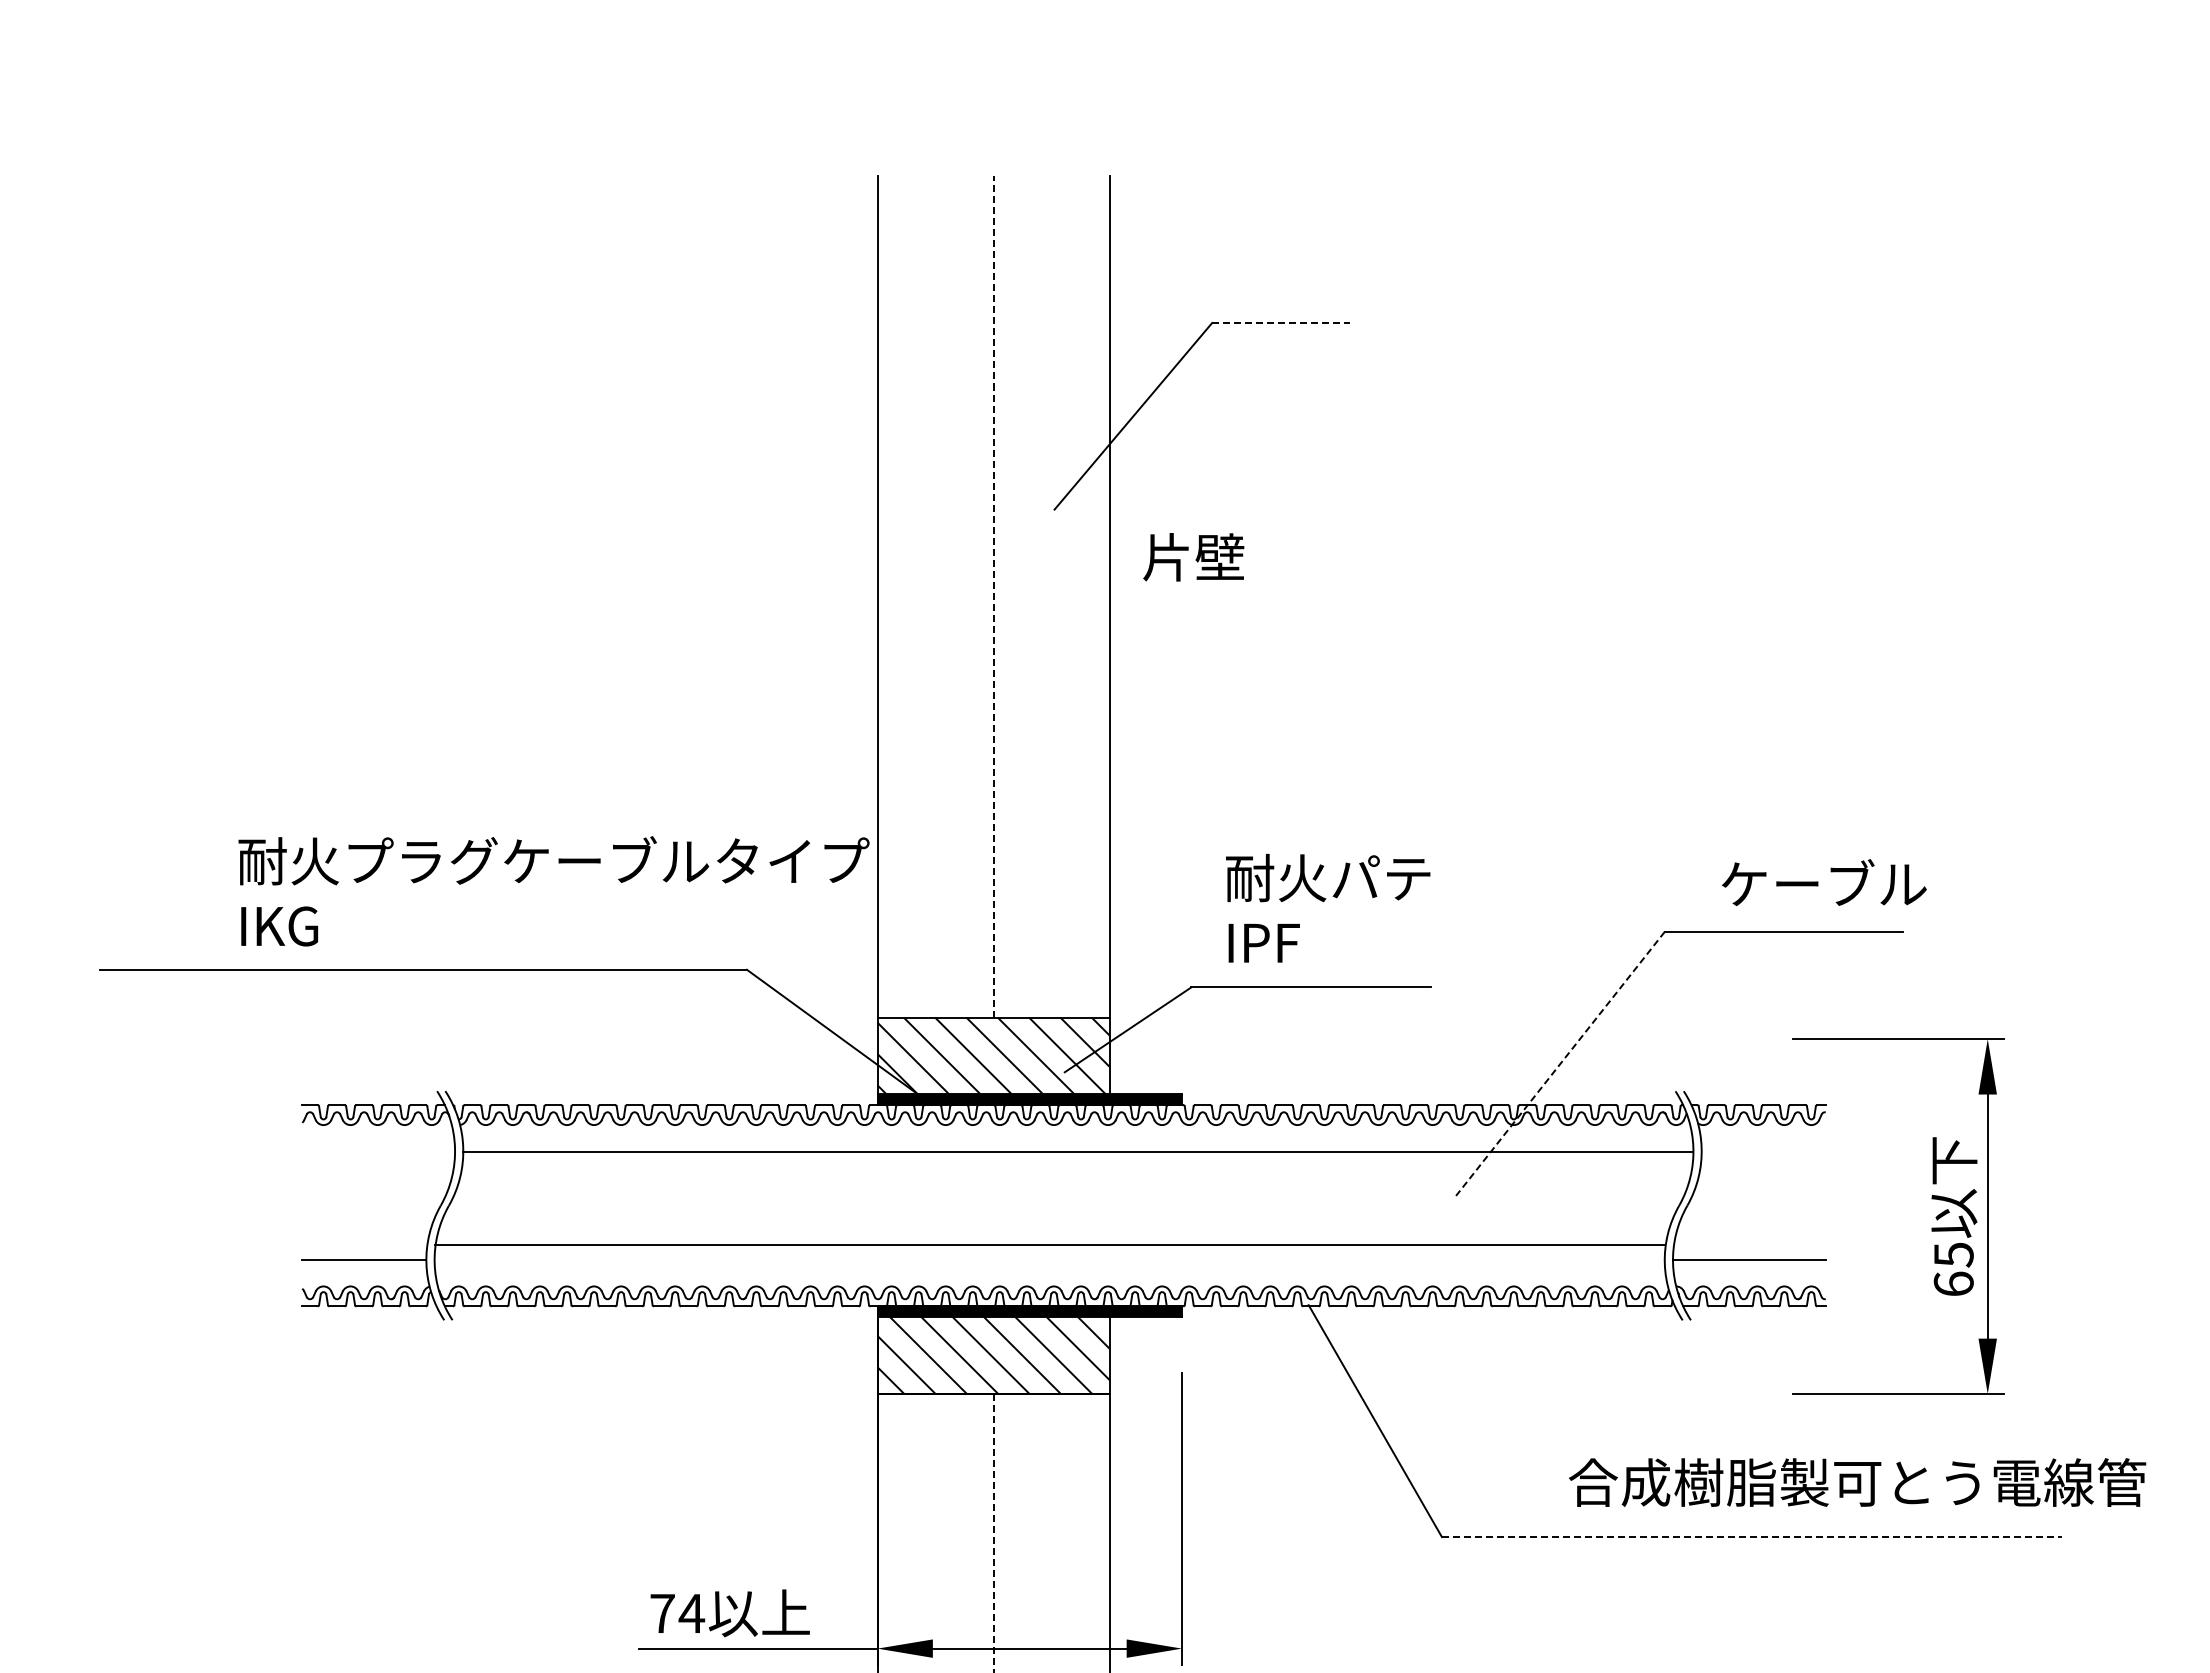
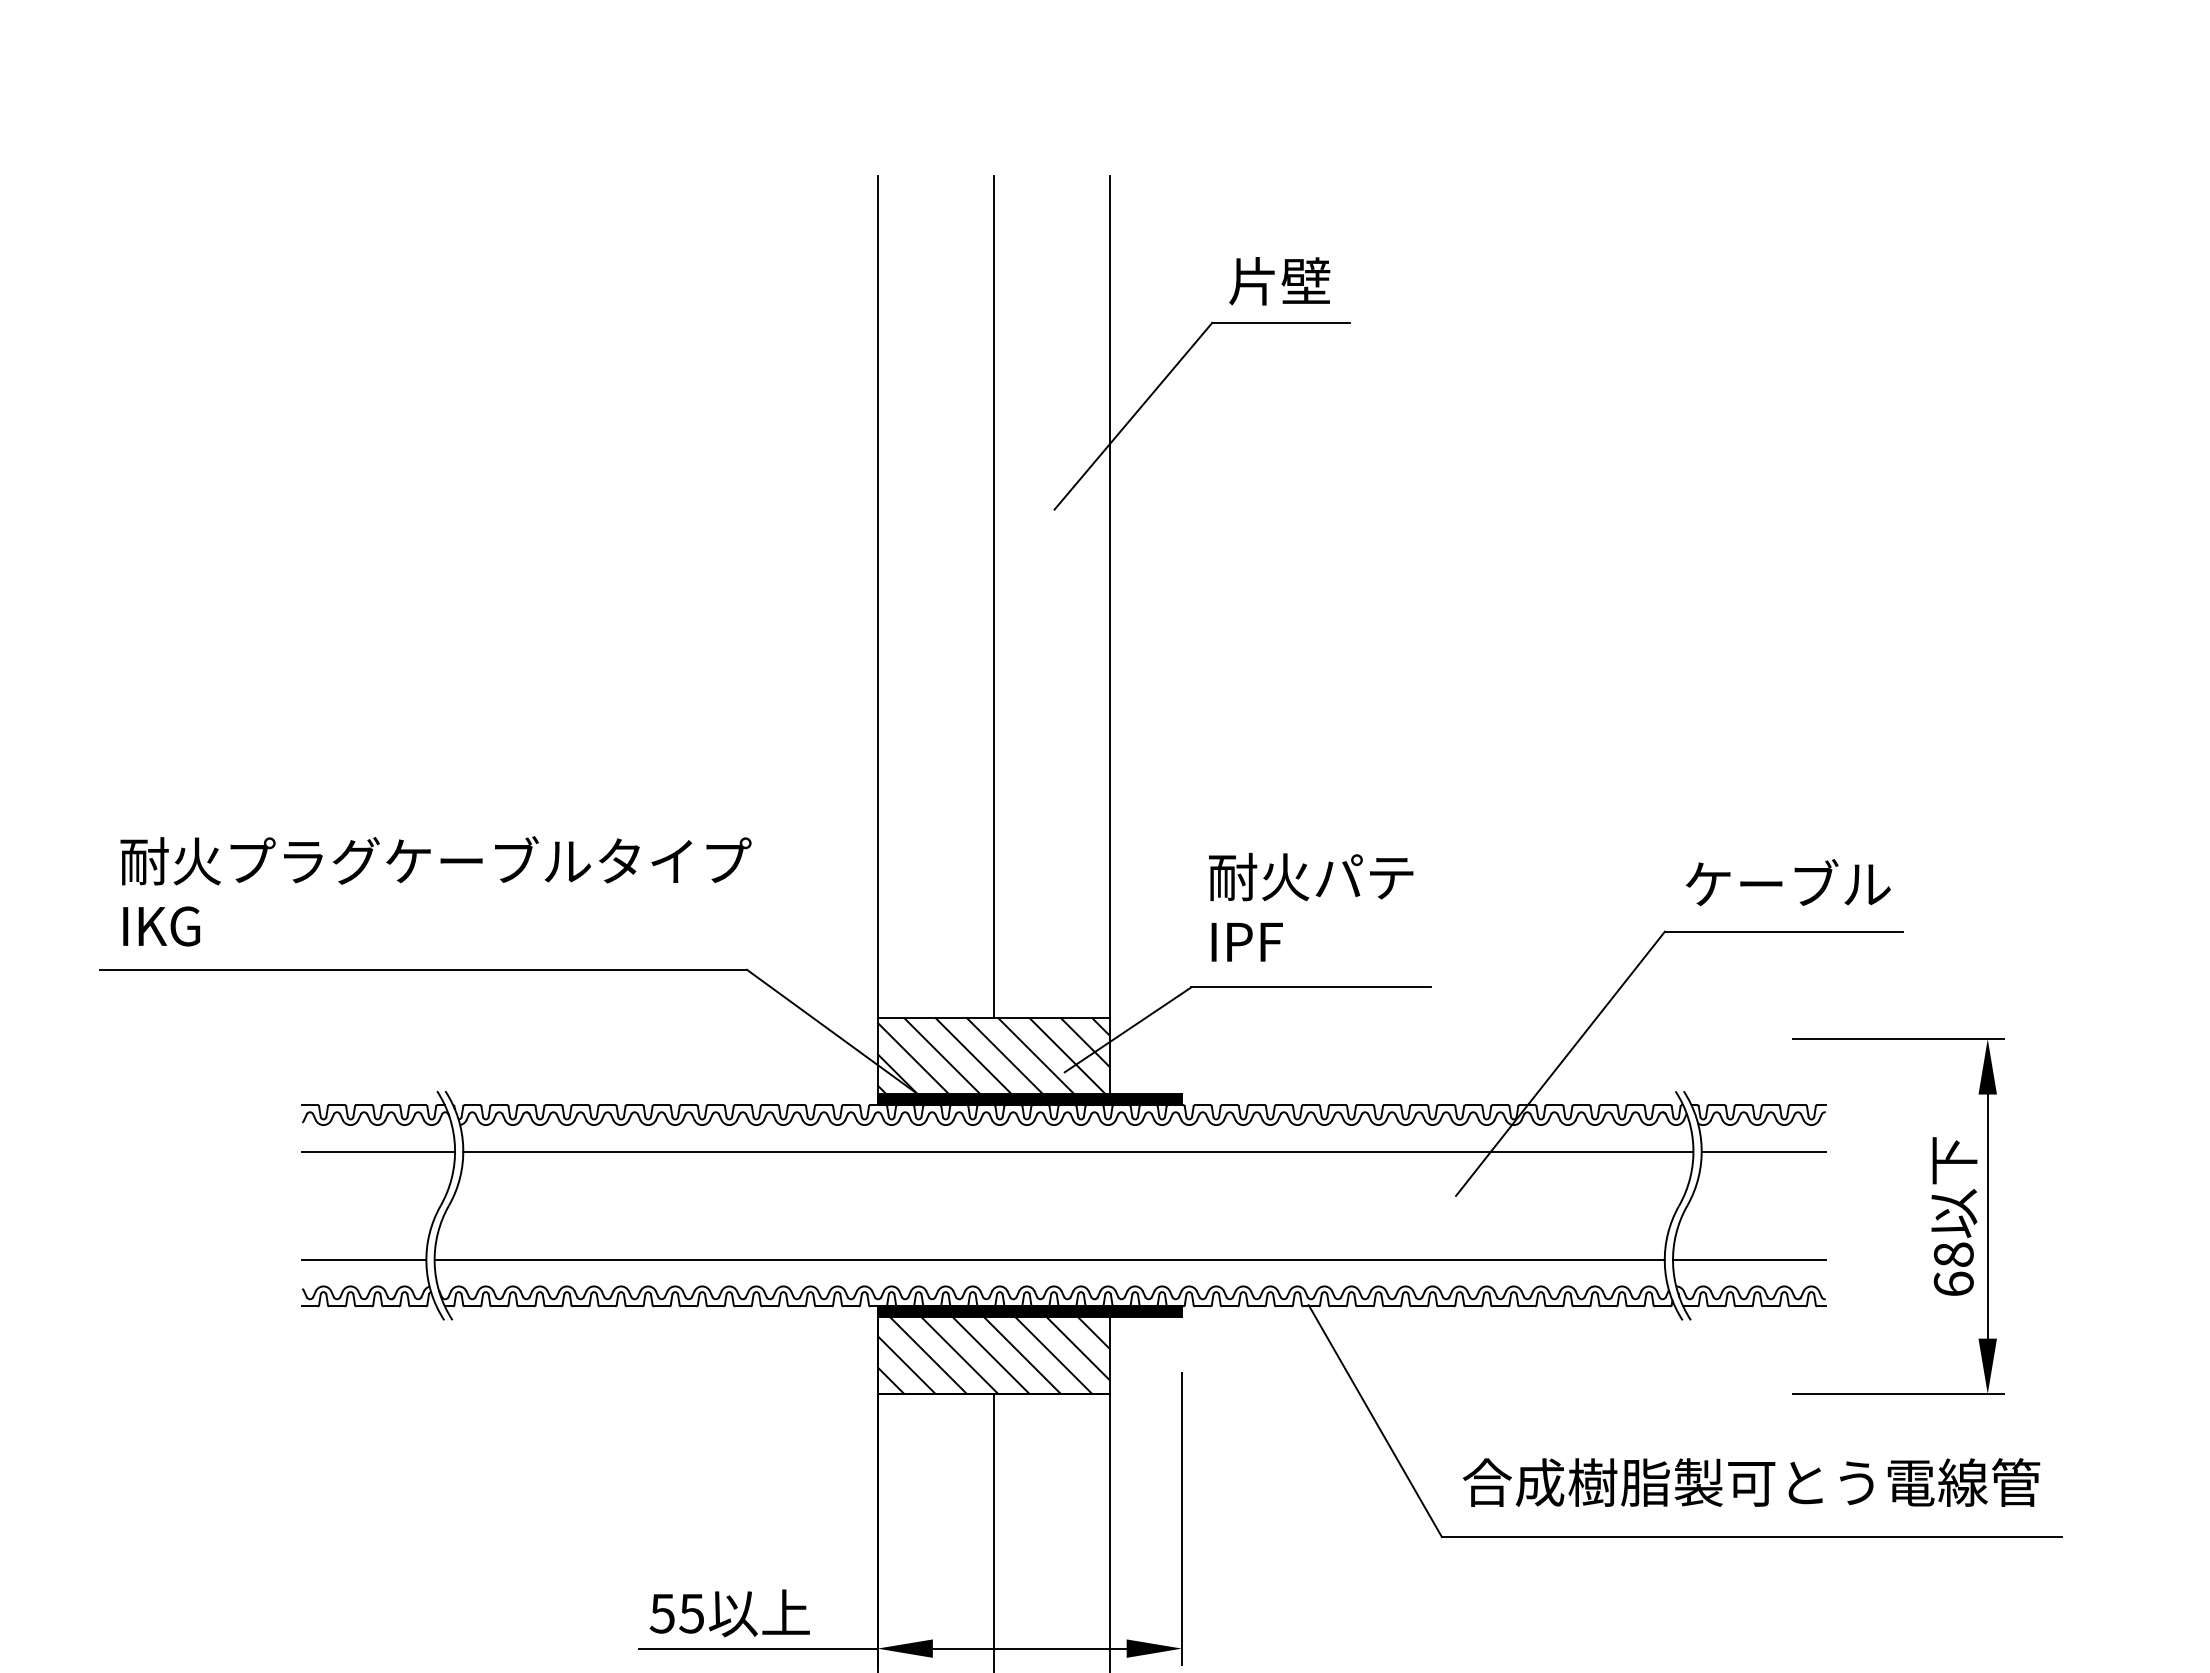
line at (1281, 323): dashed -> solid
text at (1193, 557) position: (1193, 557) -> (1279, 281)
line at (993, 596): dashed -> solid
text at (1823, 882) position: (1823, 882) -> (1787, 882)
text at (553, 891) position: (553, 891) -> (435, 891)
text at (1328, 908) position: (1328, 908) -> (1311, 907)
line at (1560, 1064): dashed -> solid
line at (378, 1151): none -> present
line at (1763, 1151): none -> present
line at (1049, 1245) position: (1049, 1245) -> (1049, 1260)
text at (1953, 1254): 65 -> 68
text at (1857, 1482) position: (1857, 1482) -> (1751, 1482)
line at (993, 1533): dashed -> solid
line at (1752, 1537): dashed -> solid
text at (677, 1613): 74 -> 55
